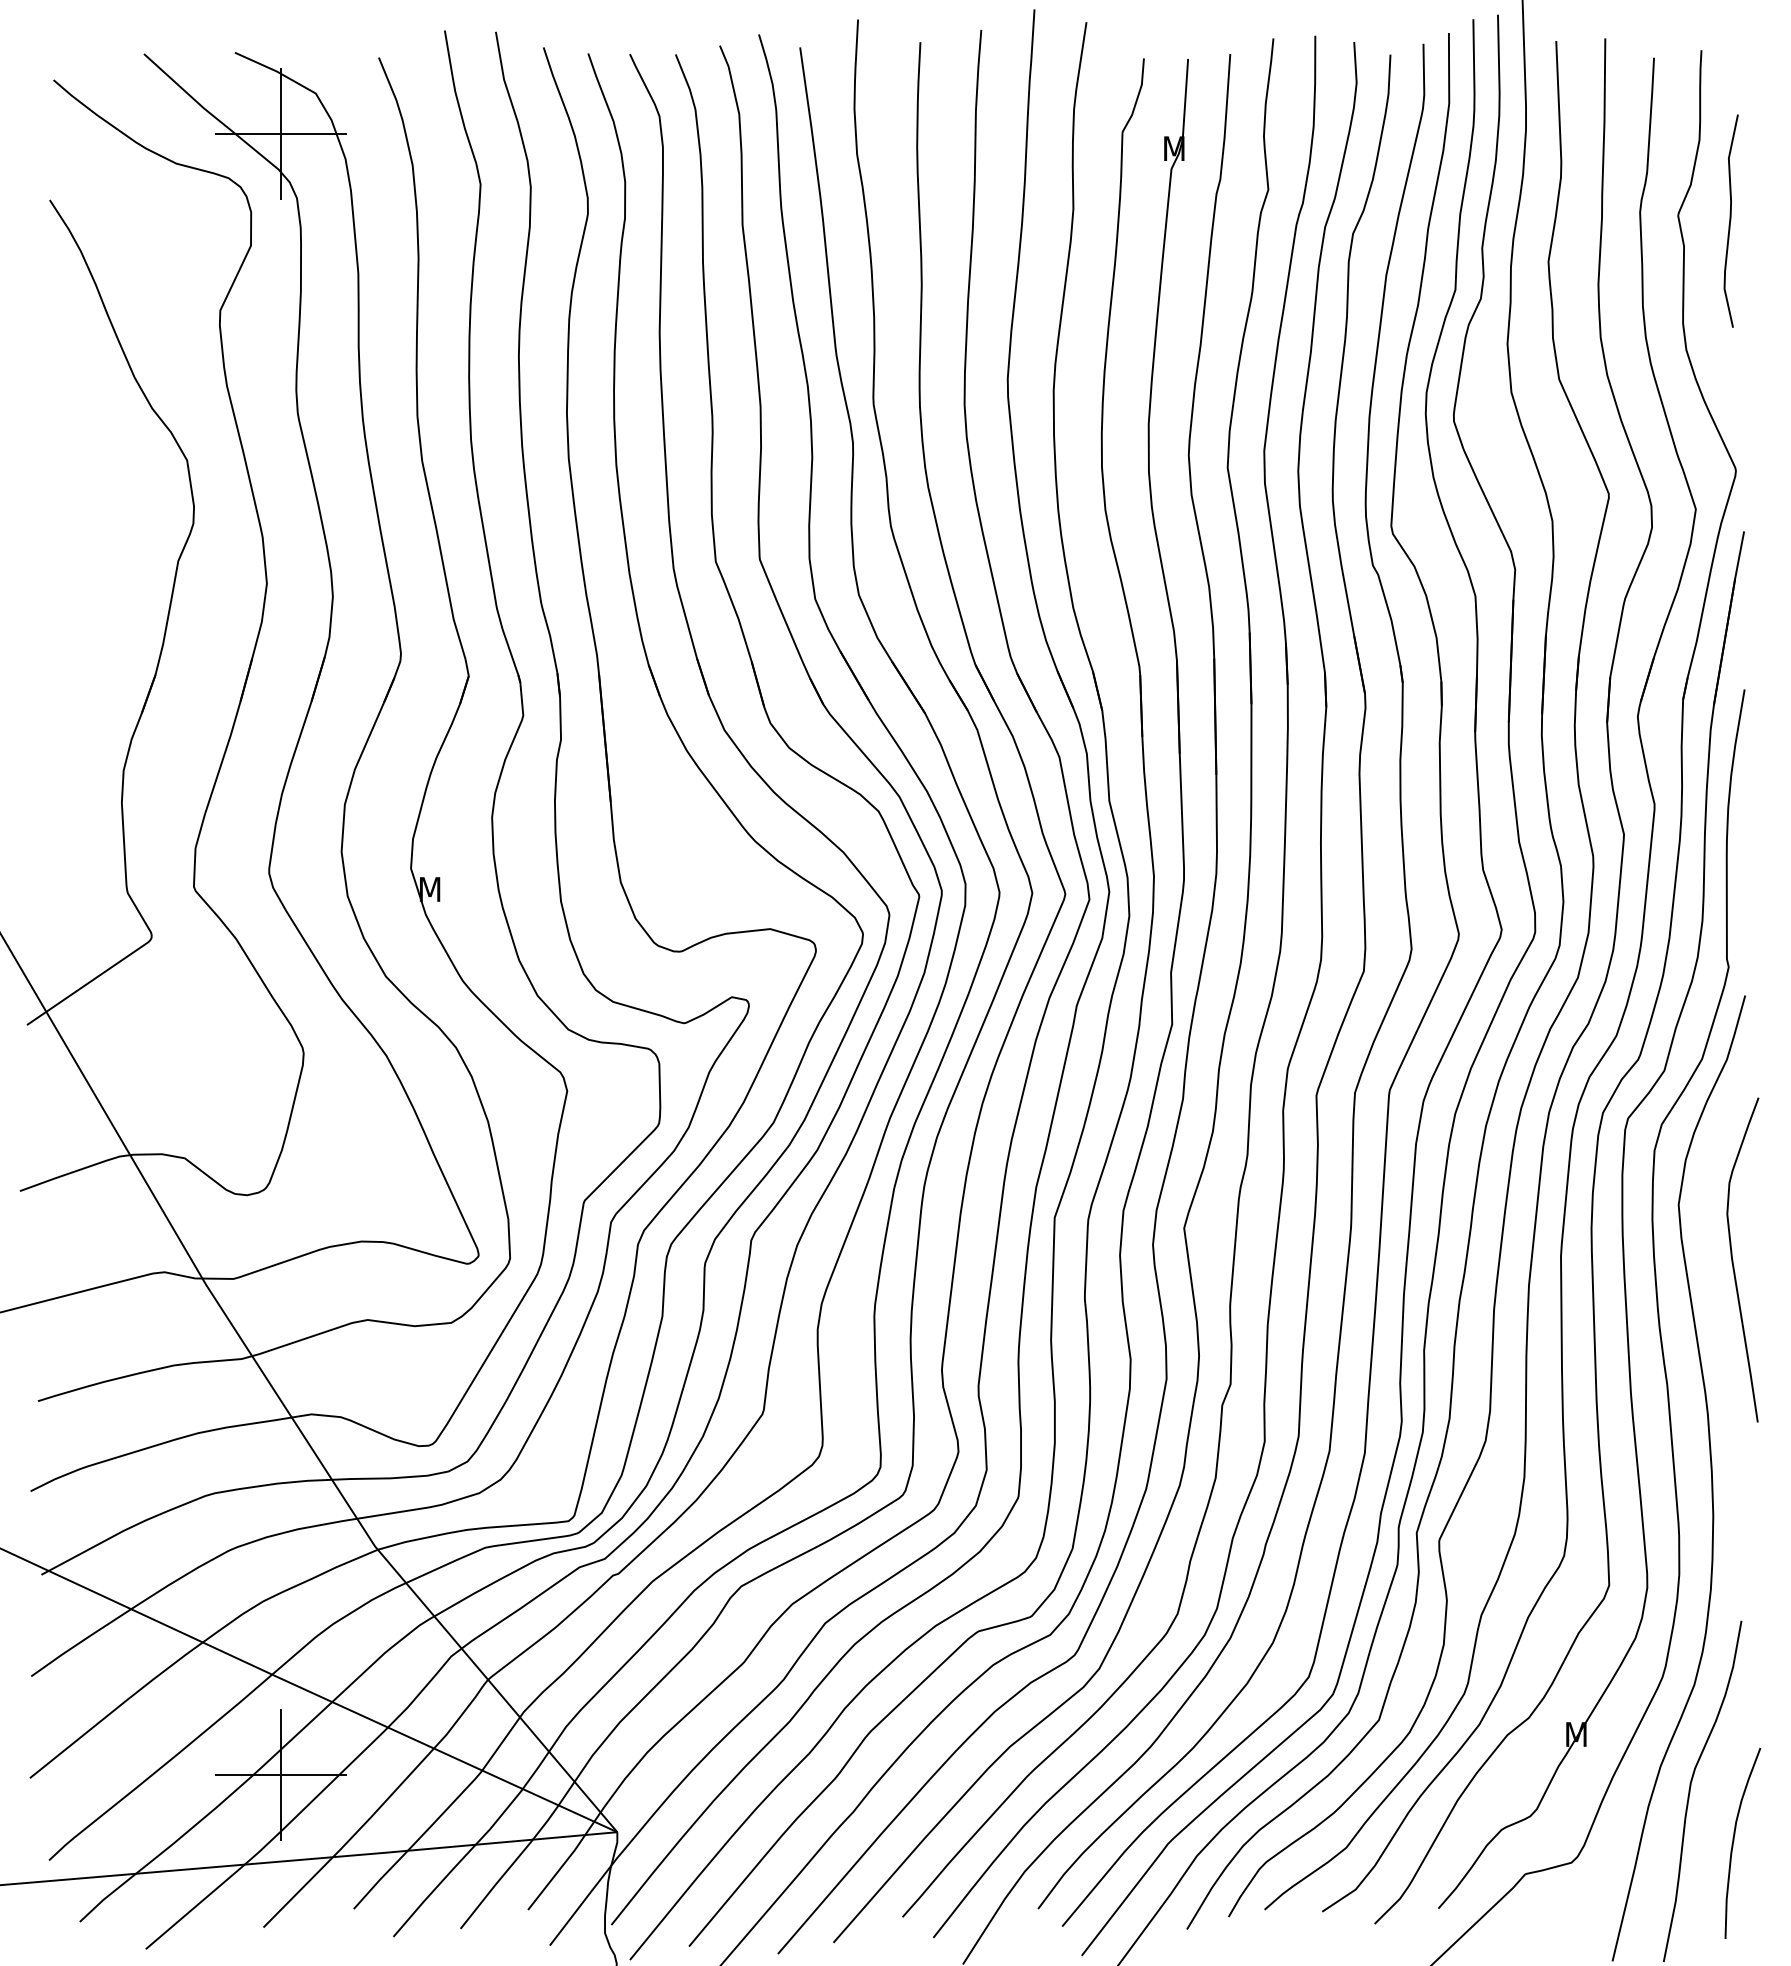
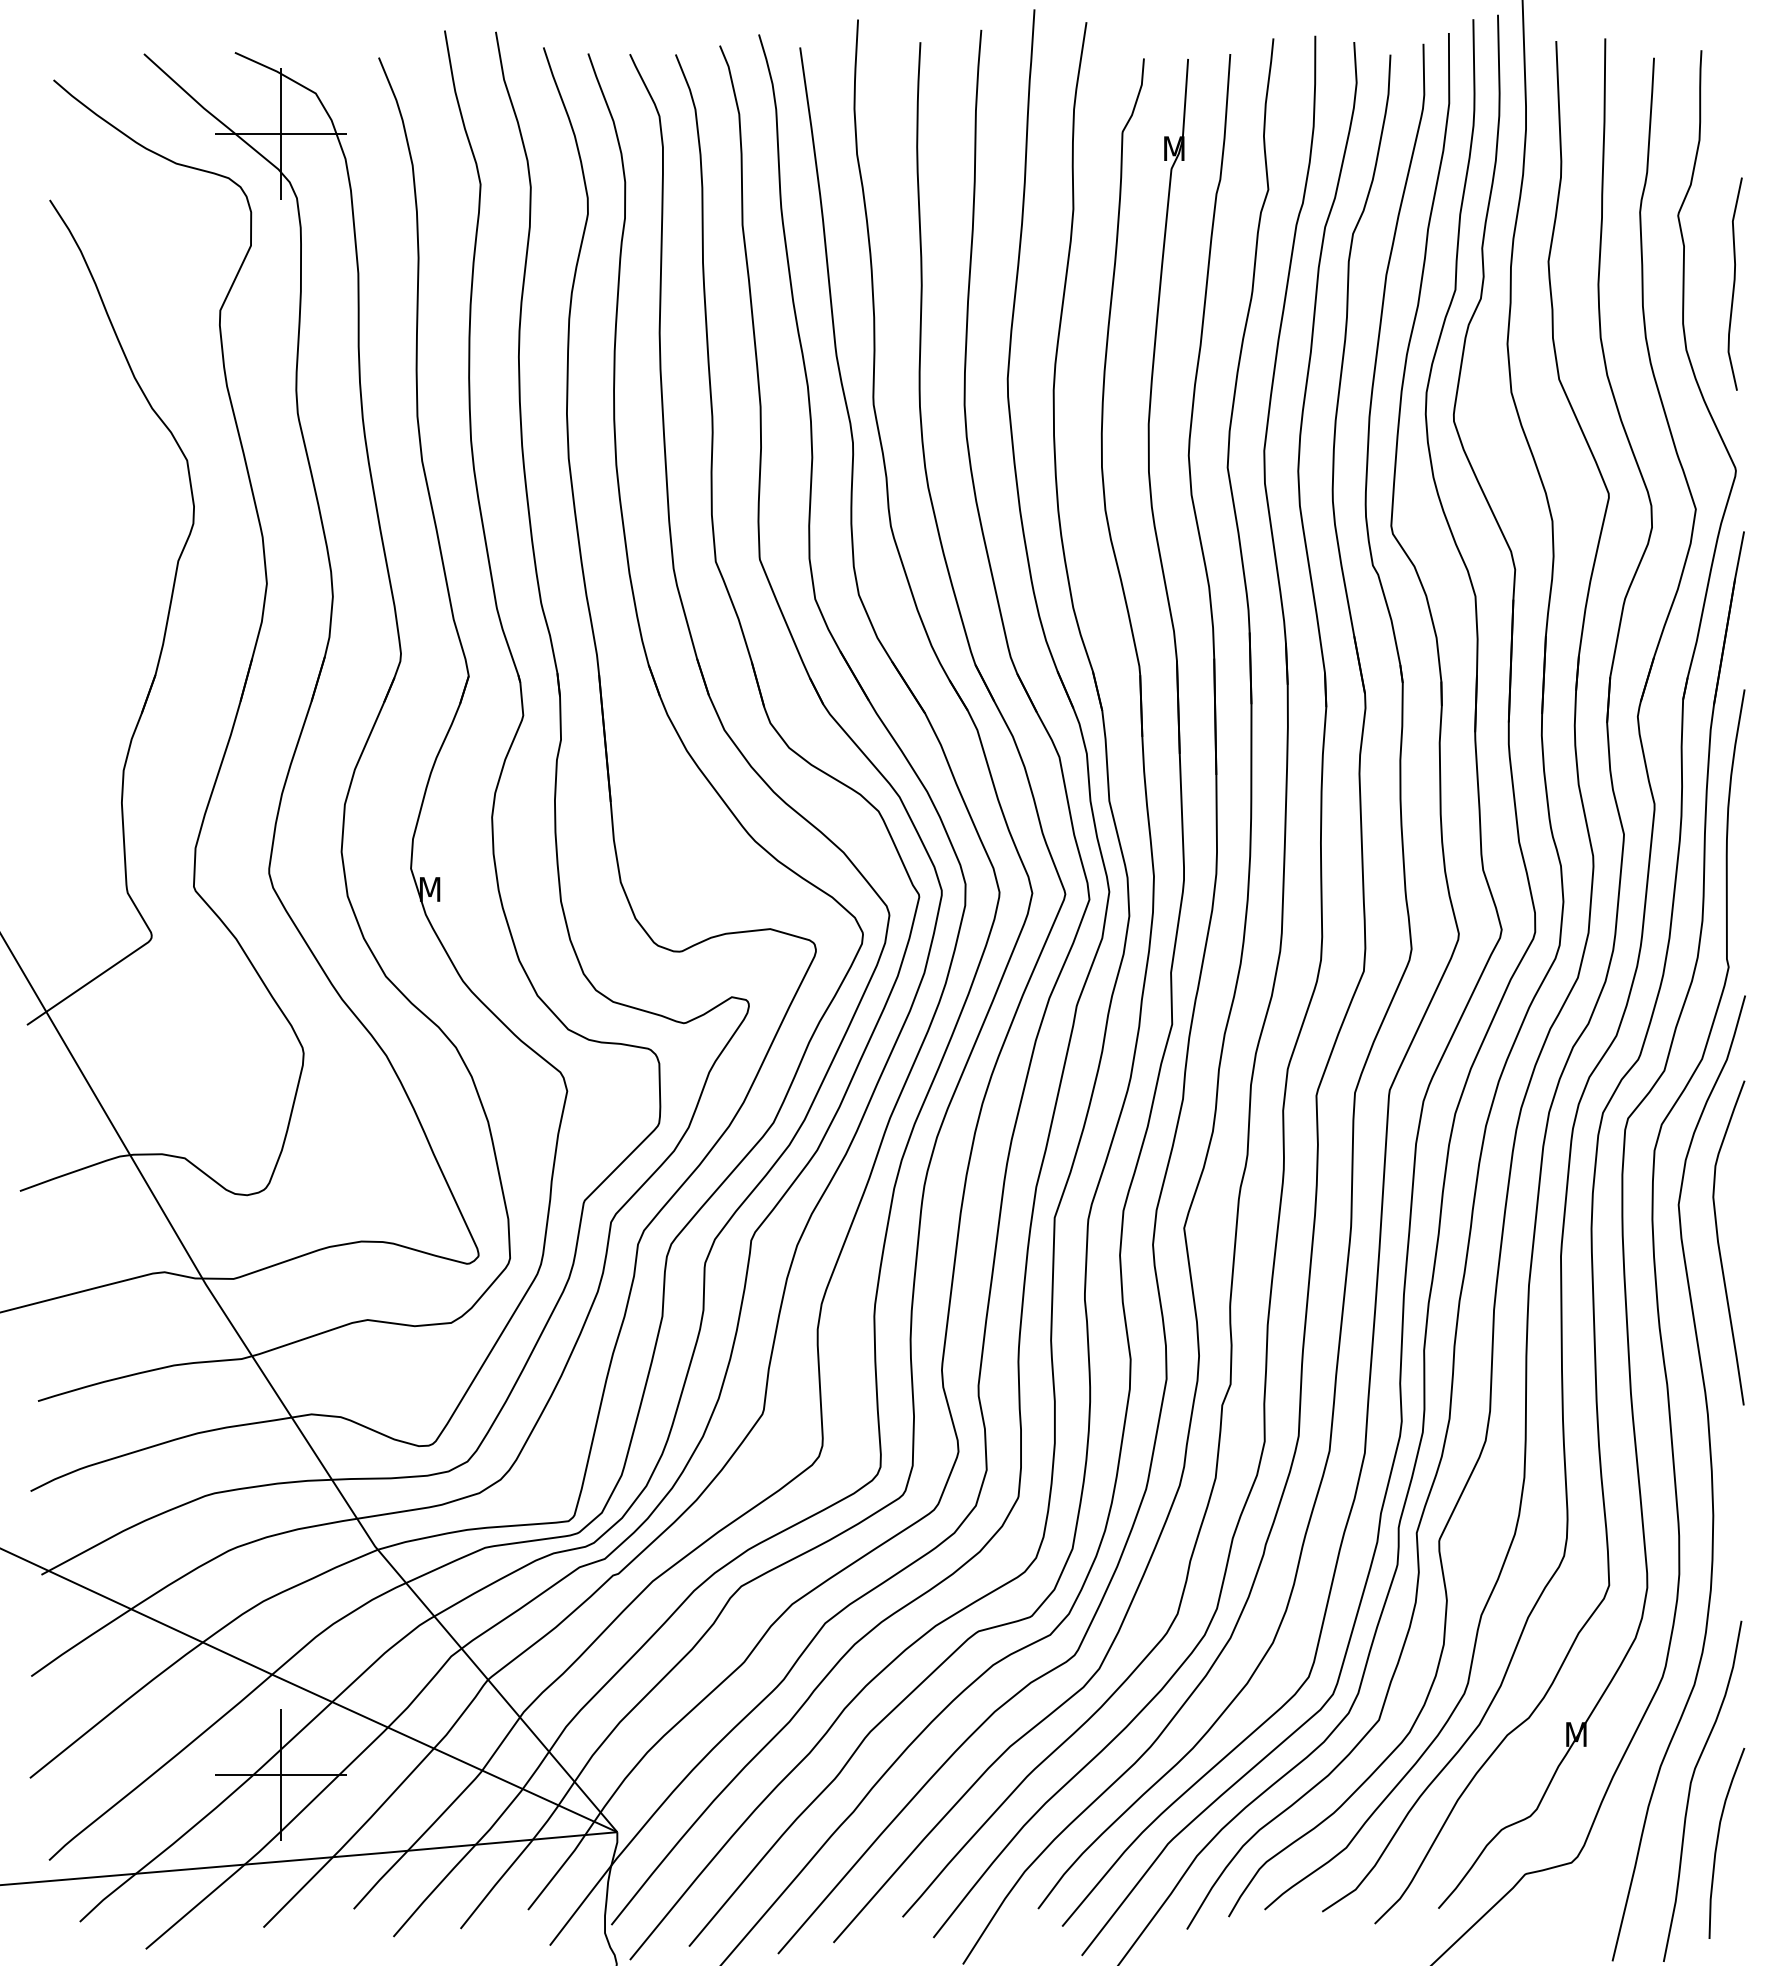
curve at (1730, 220) position: (1730, 220) -> (1734, 283)
curve at (1733, 1259) position: (1733, 1259) -> (1719, 1242)
curve at (1734, 1841) position: (1734, 1841) -> (1718, 1841)
